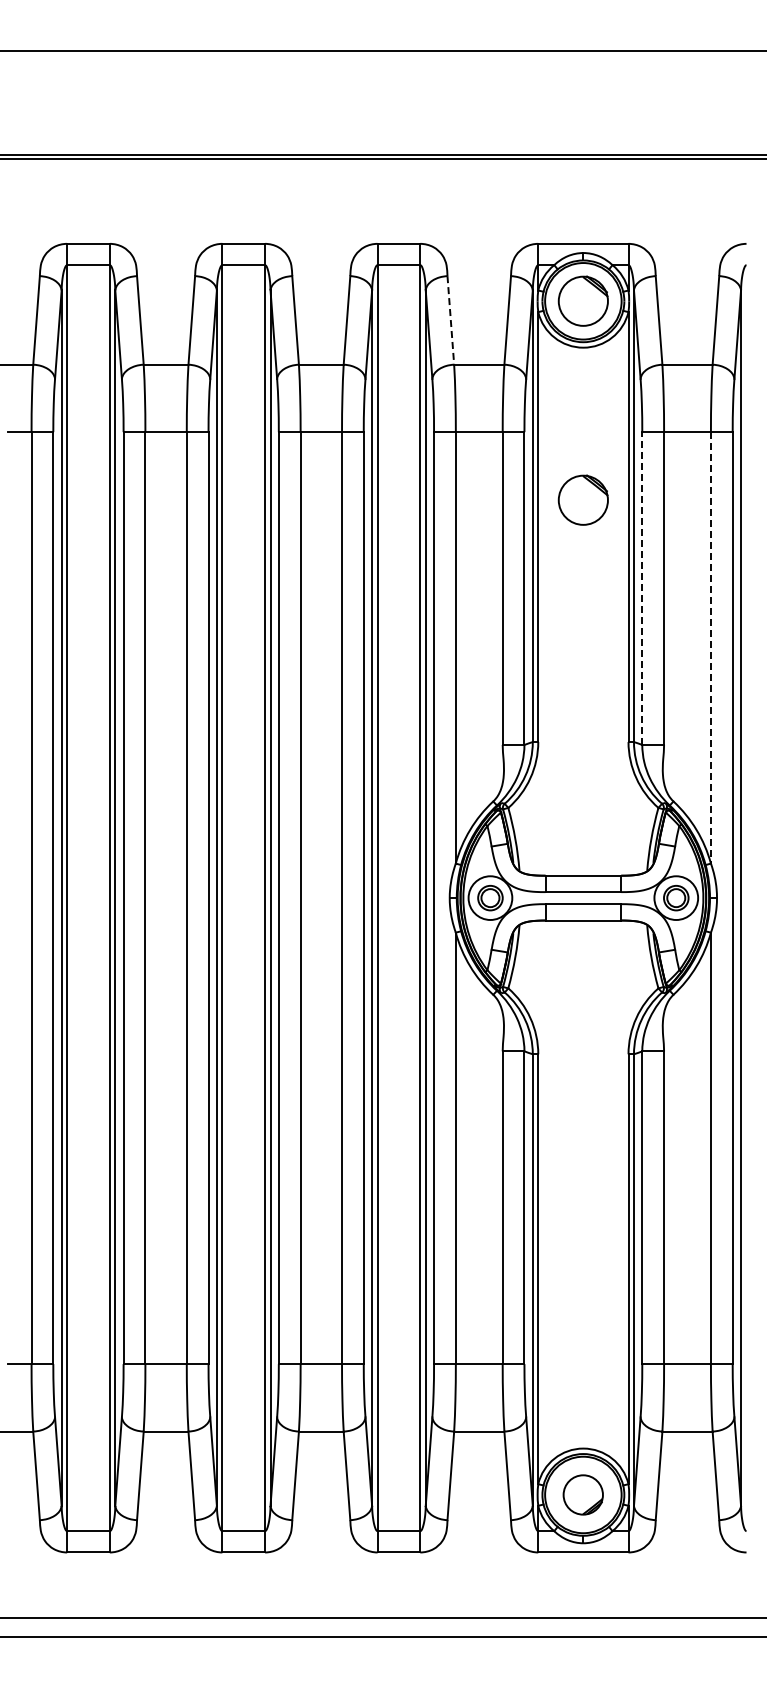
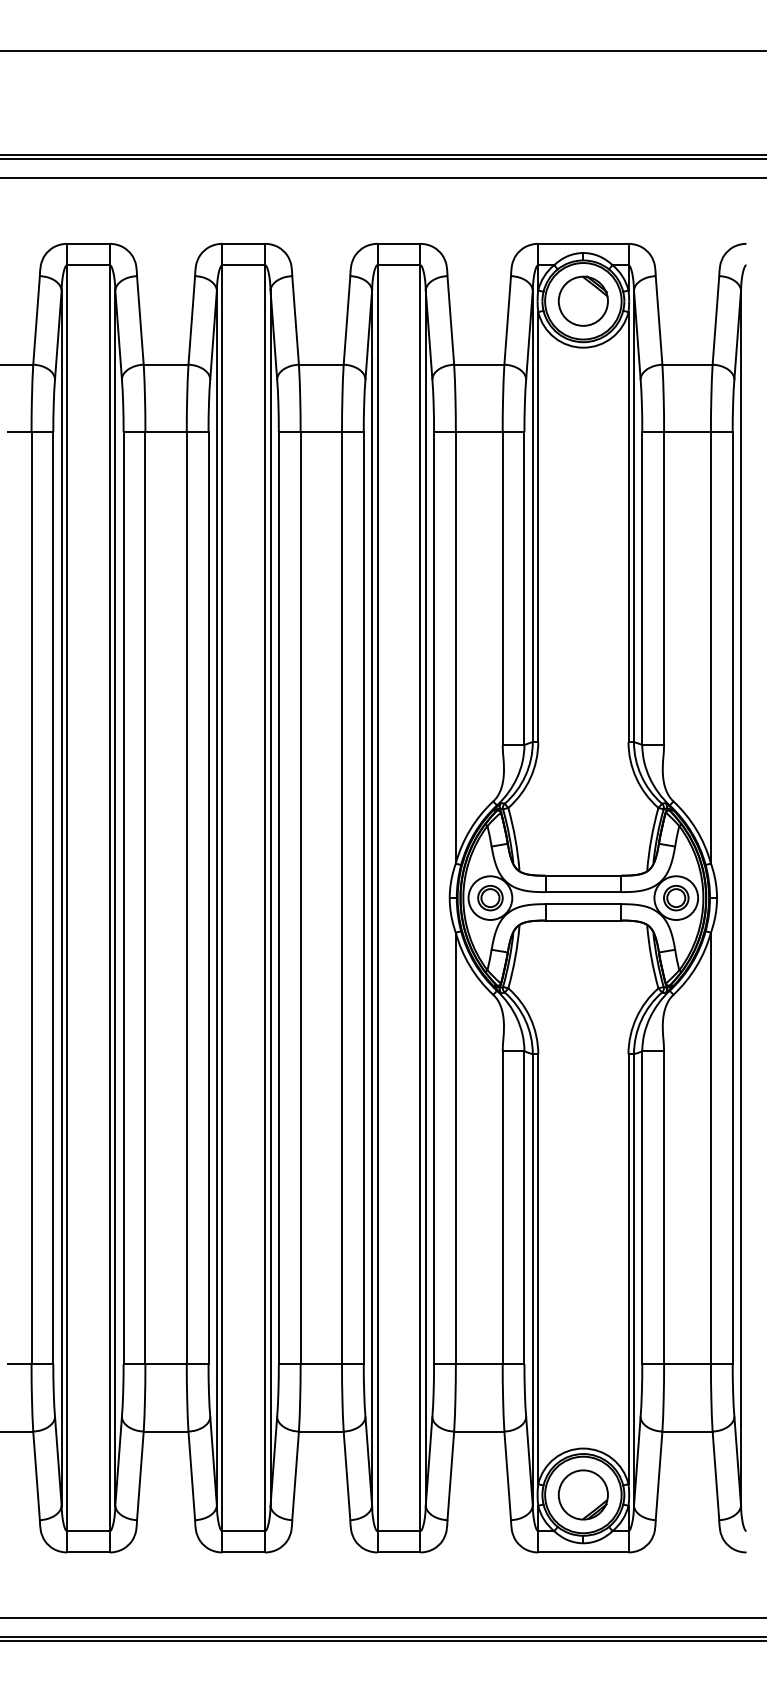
line at (382, 178): none -> present
line at (450, 320): dashed -> solid
part at (582, 499): present -> none
line at (642, 588): dashed -> solid
line at (710, 647): dashed -> solid
part at (582, 1494) size: 42x42 px -> 52x52 px
line at (382, 1641): none -> present
